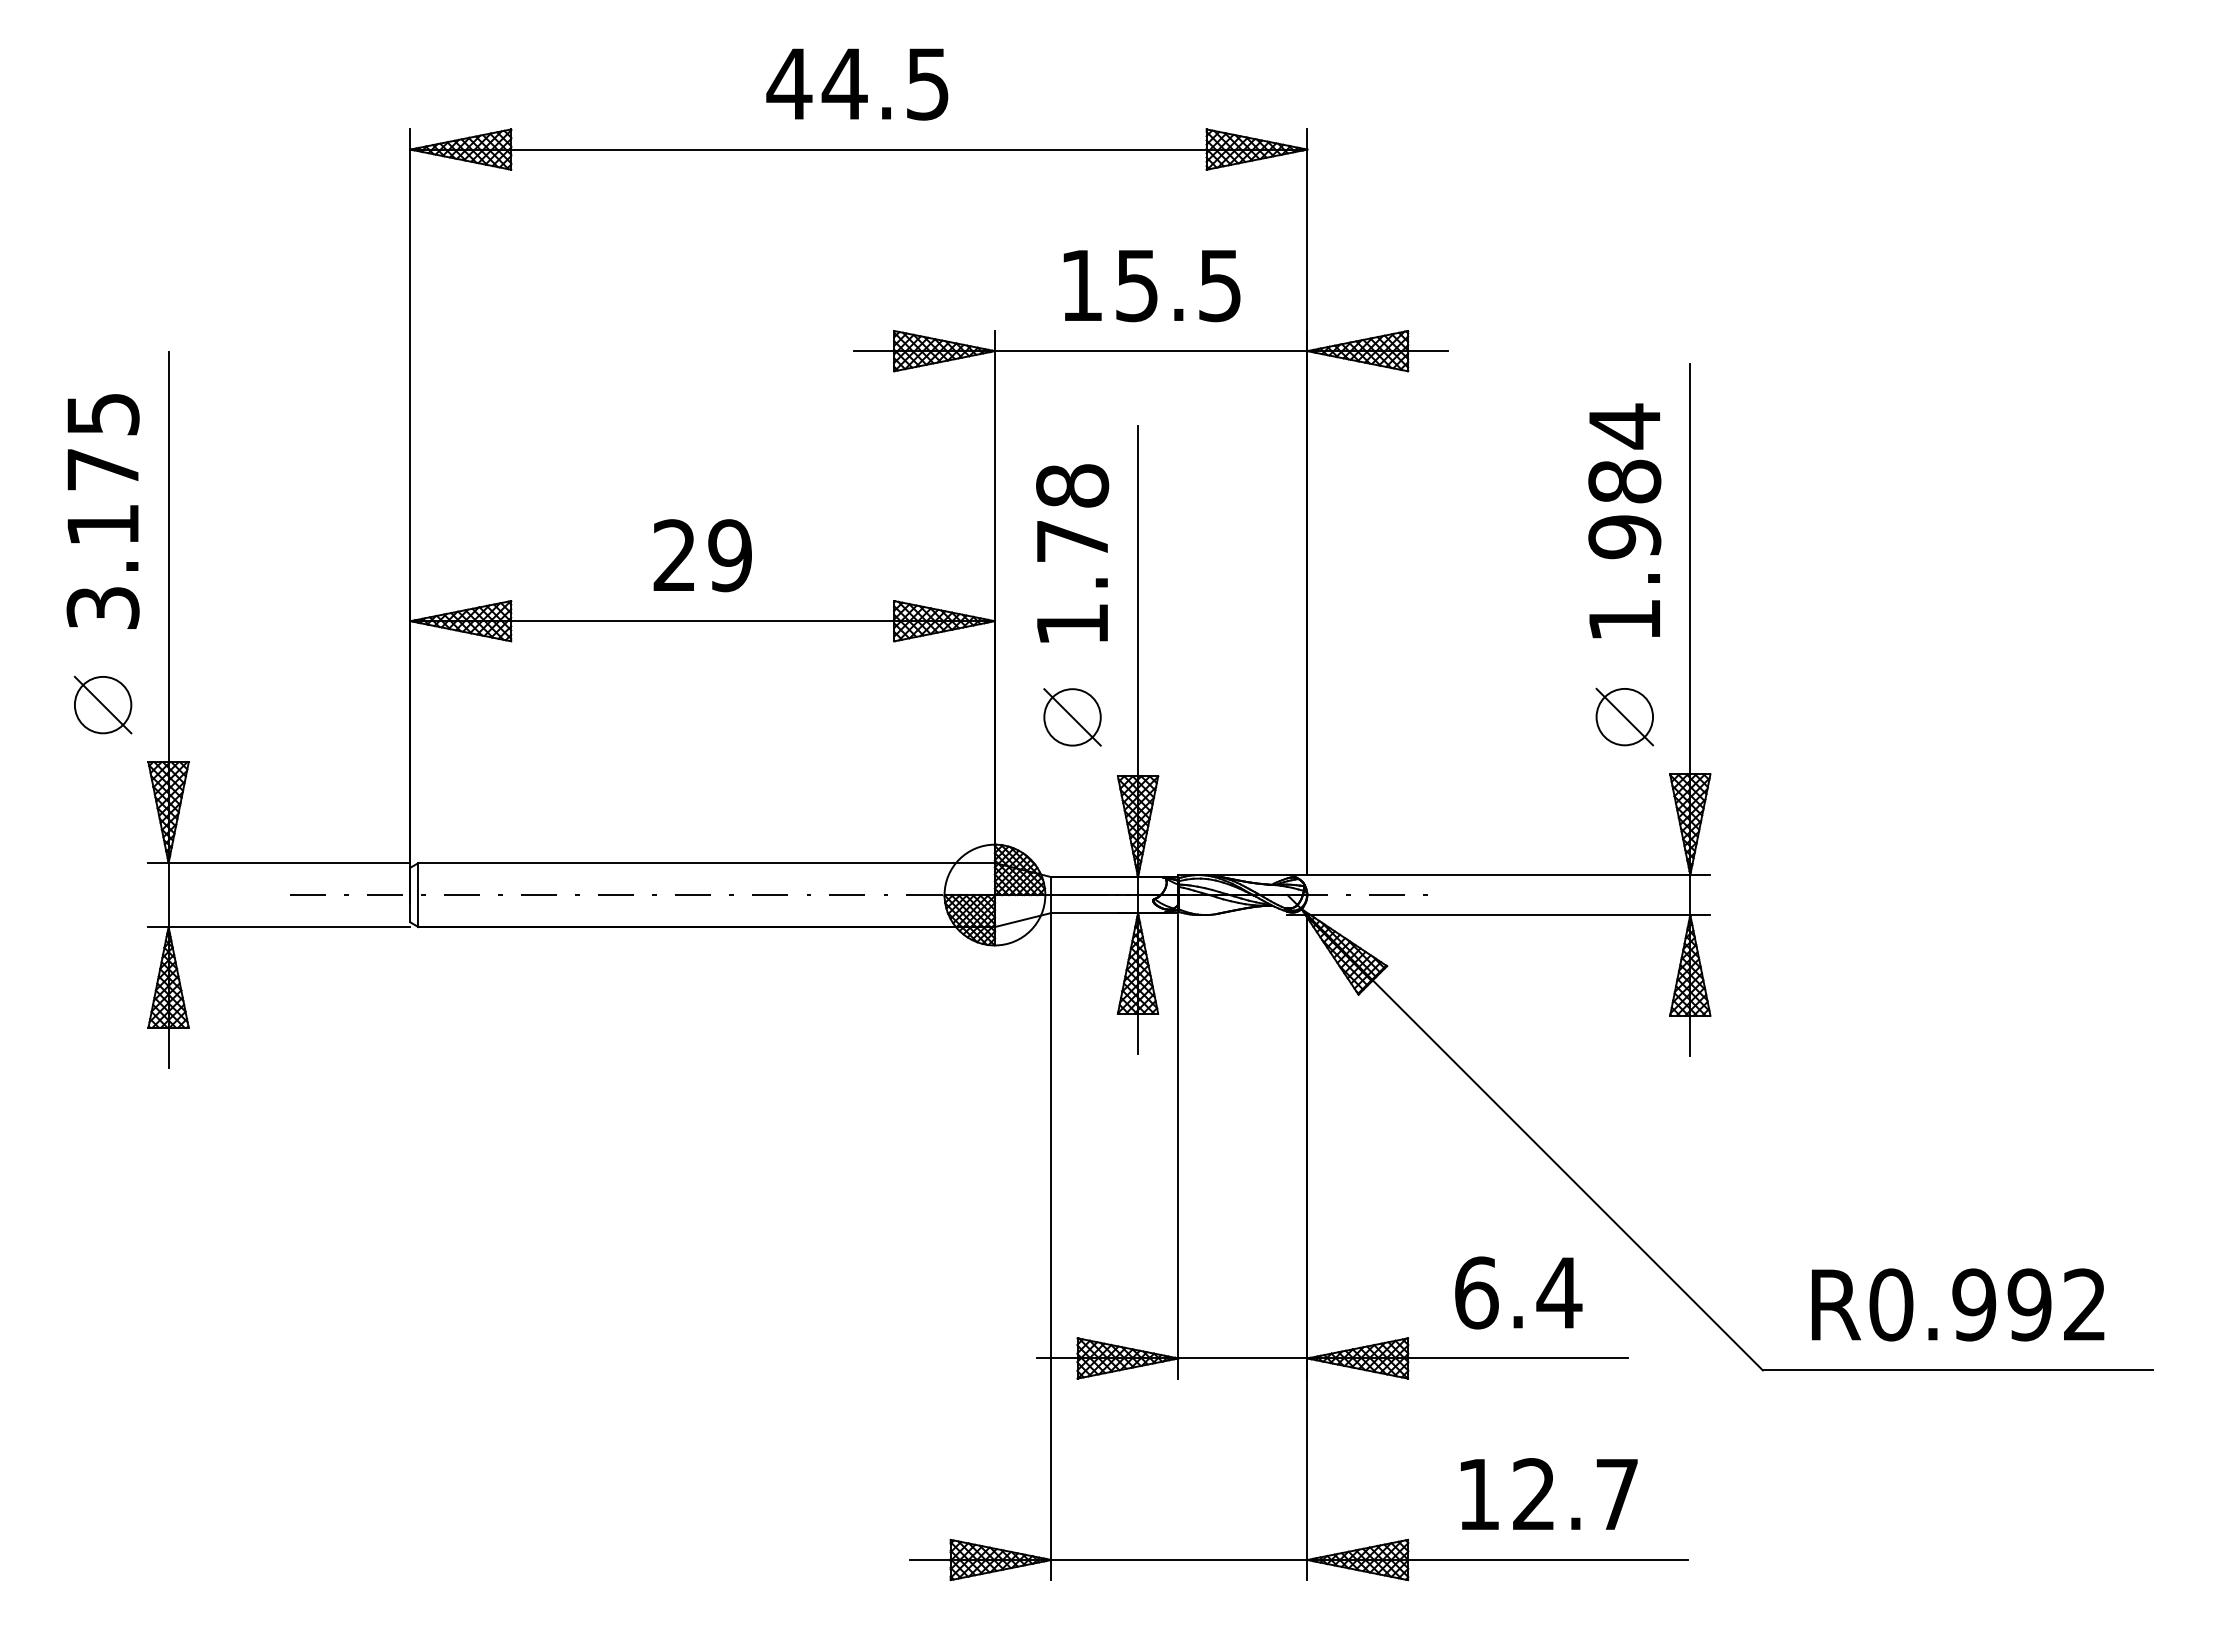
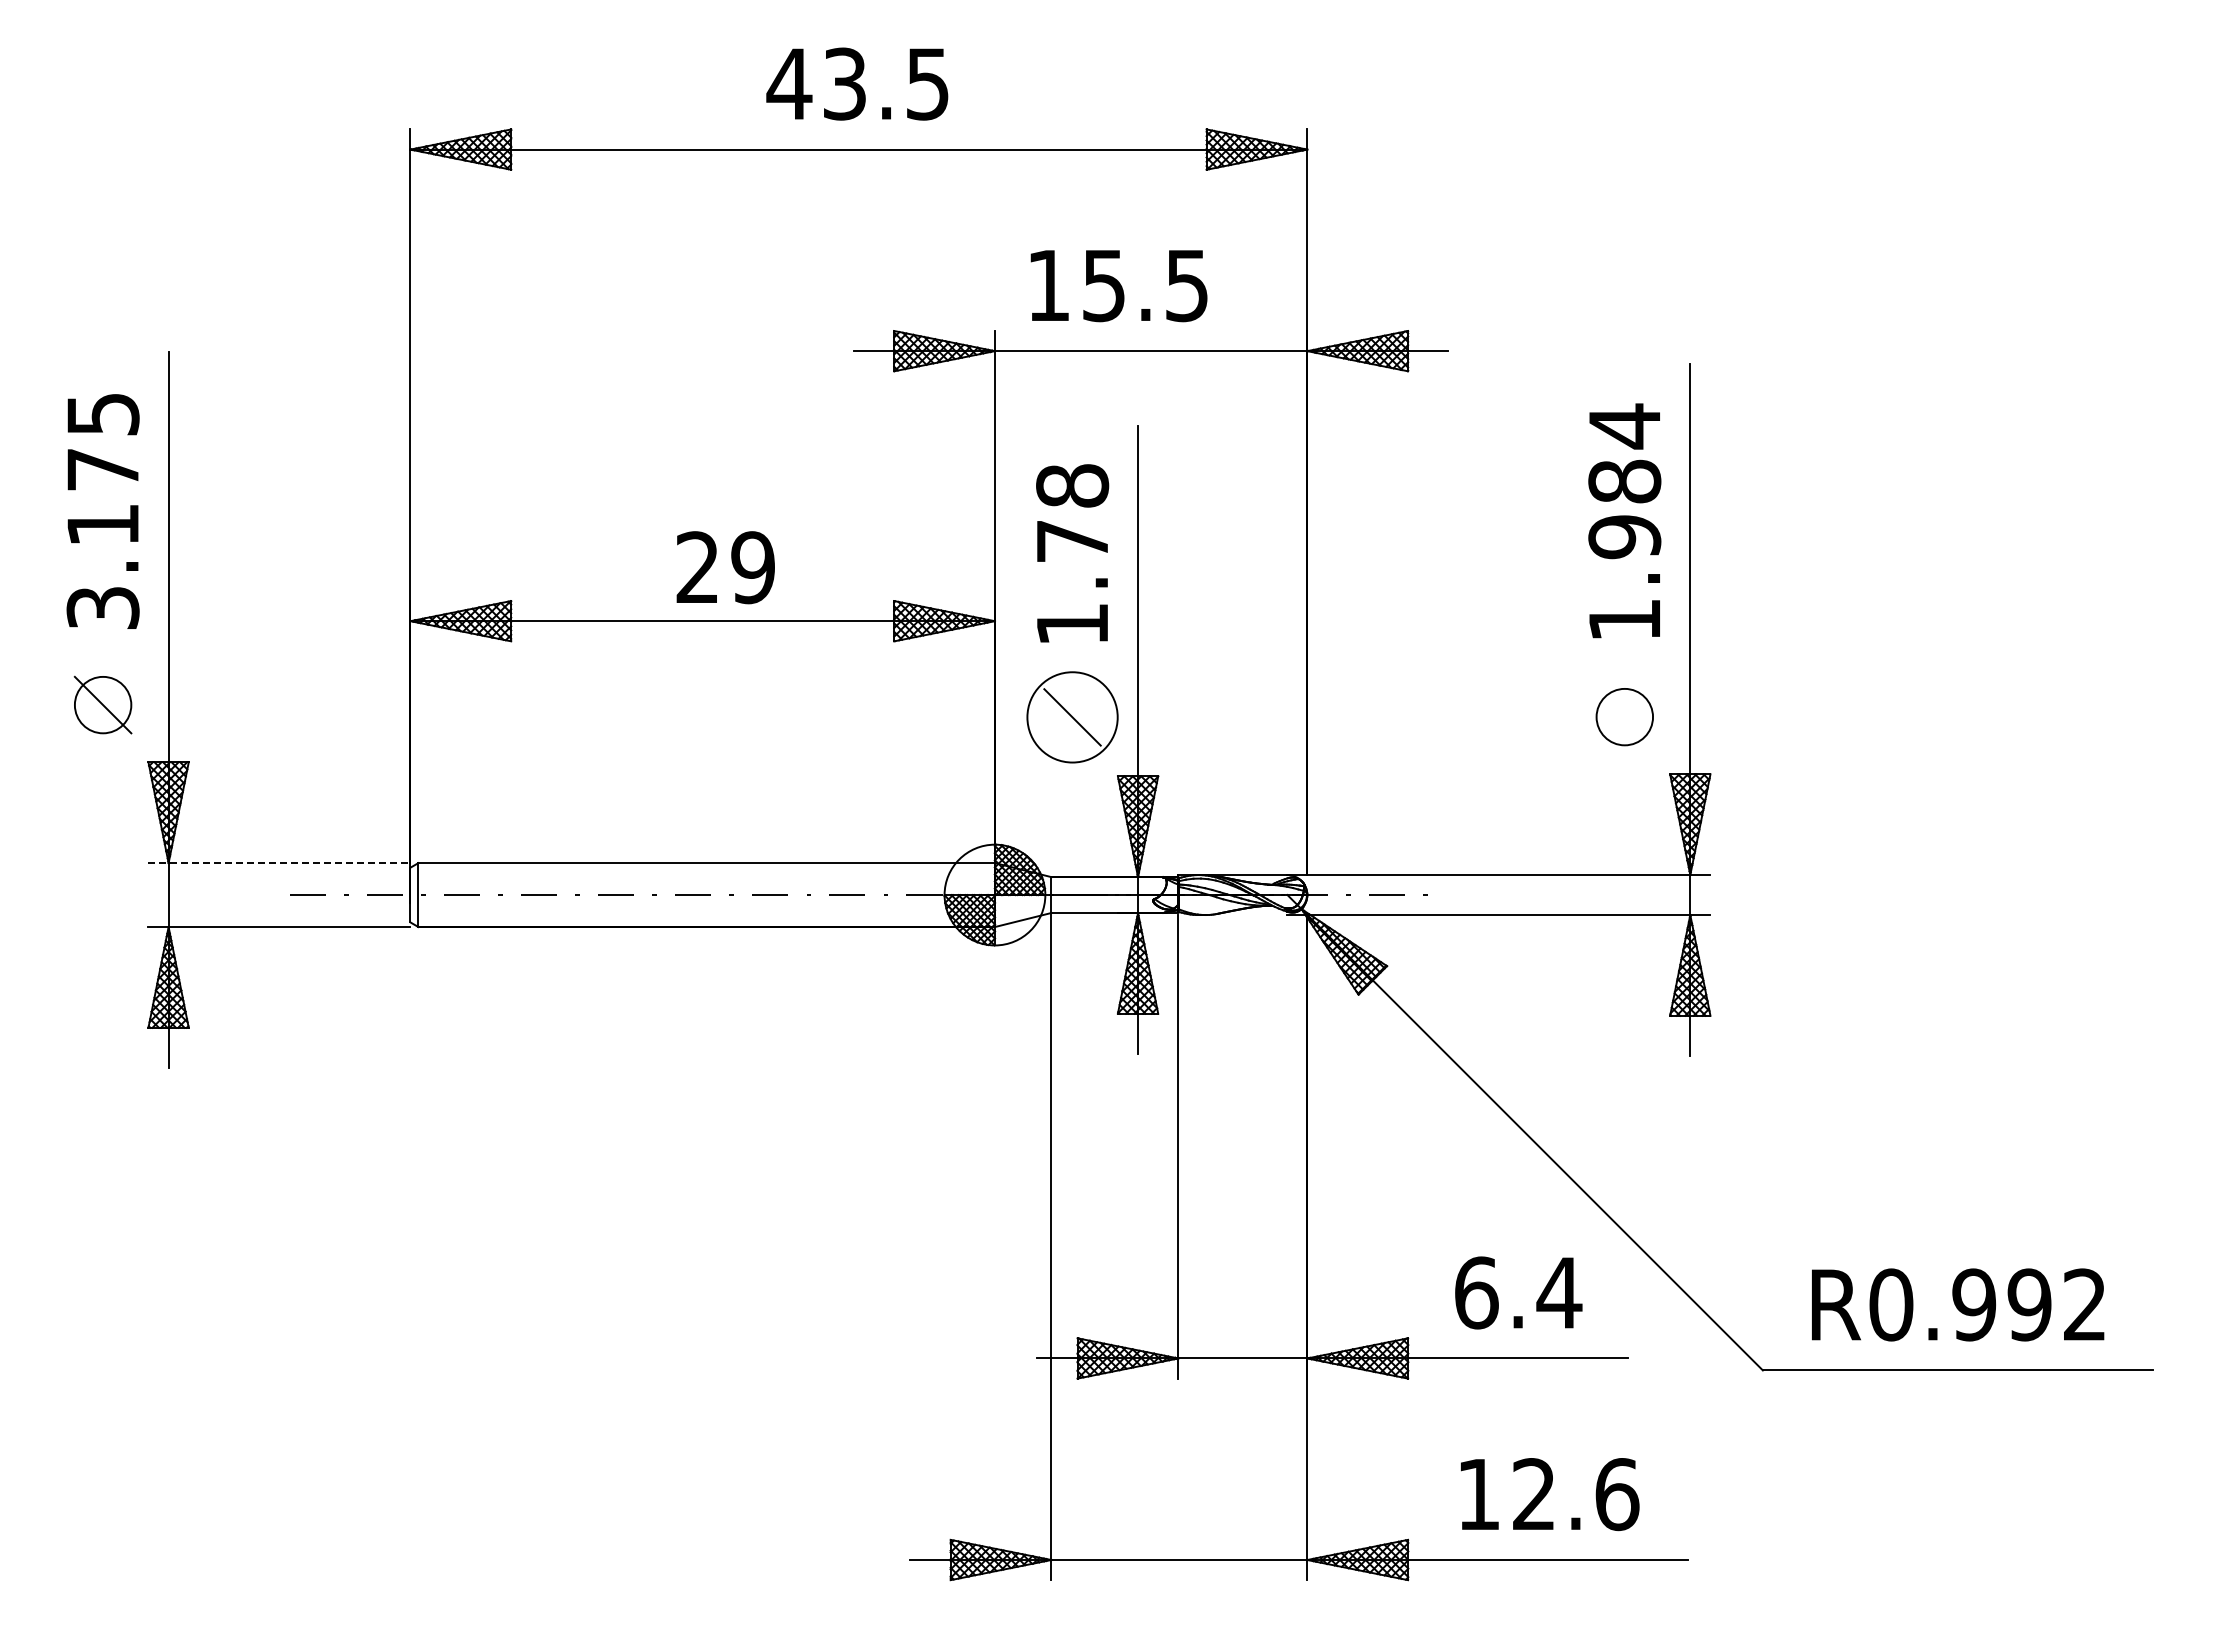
text at (844, 83): 44.5 -> 43.5
text at (1151, 286) position: (1151, 286) -> (1118, 286)
text at (702, 555) position: (702, 555) -> (725, 567)
line at (1624, 716): present -> none
circle at (1072, 717) diameter: 56 px -> 90 px
line at (279, 863): solid -> dashed
text at (1617, 1494): 12.7 -> 12.6
